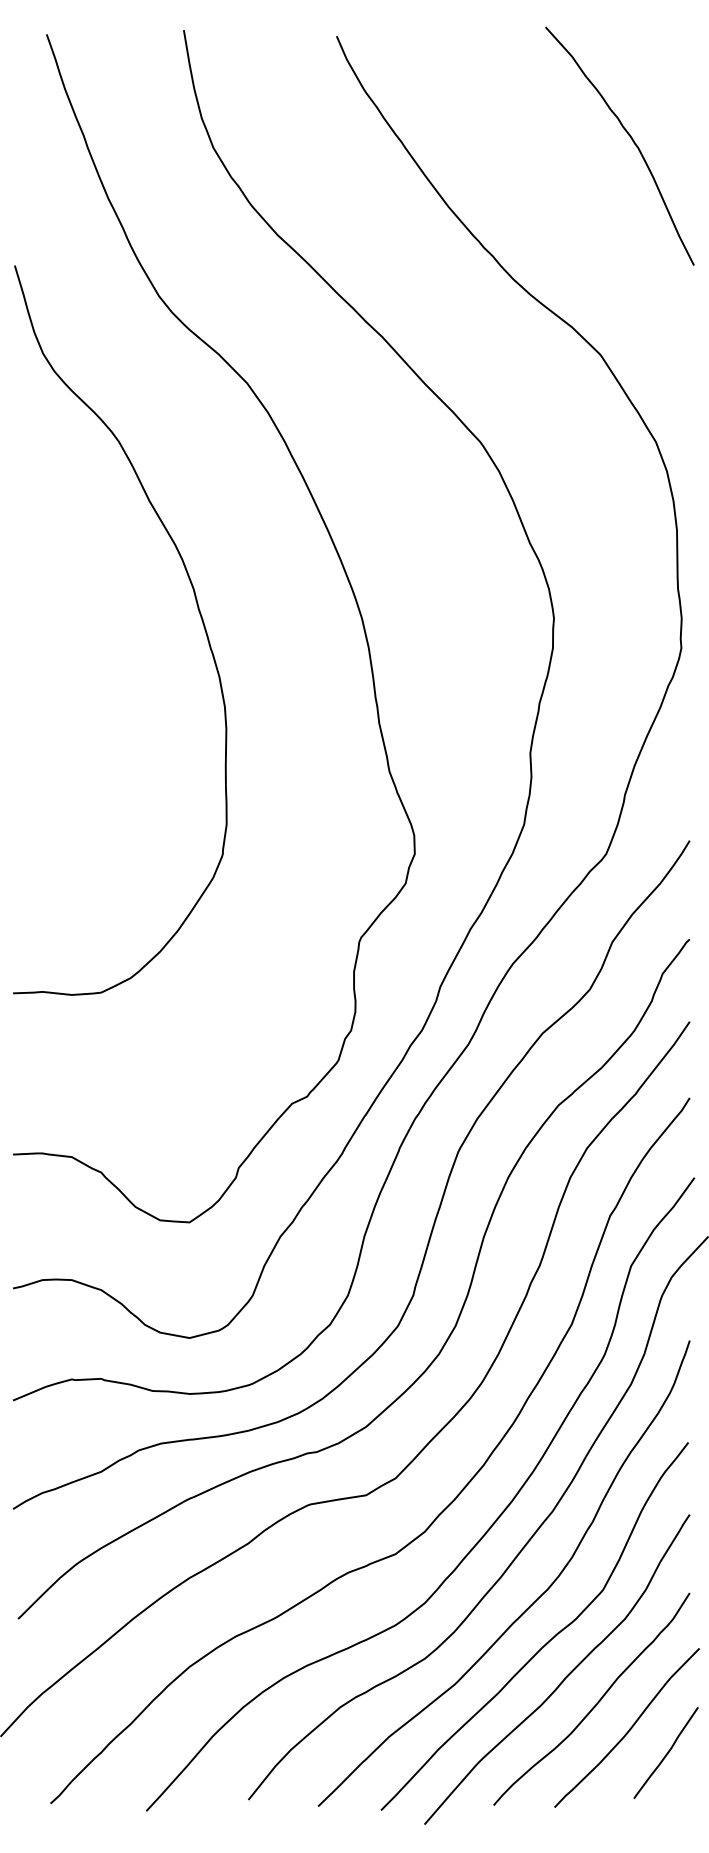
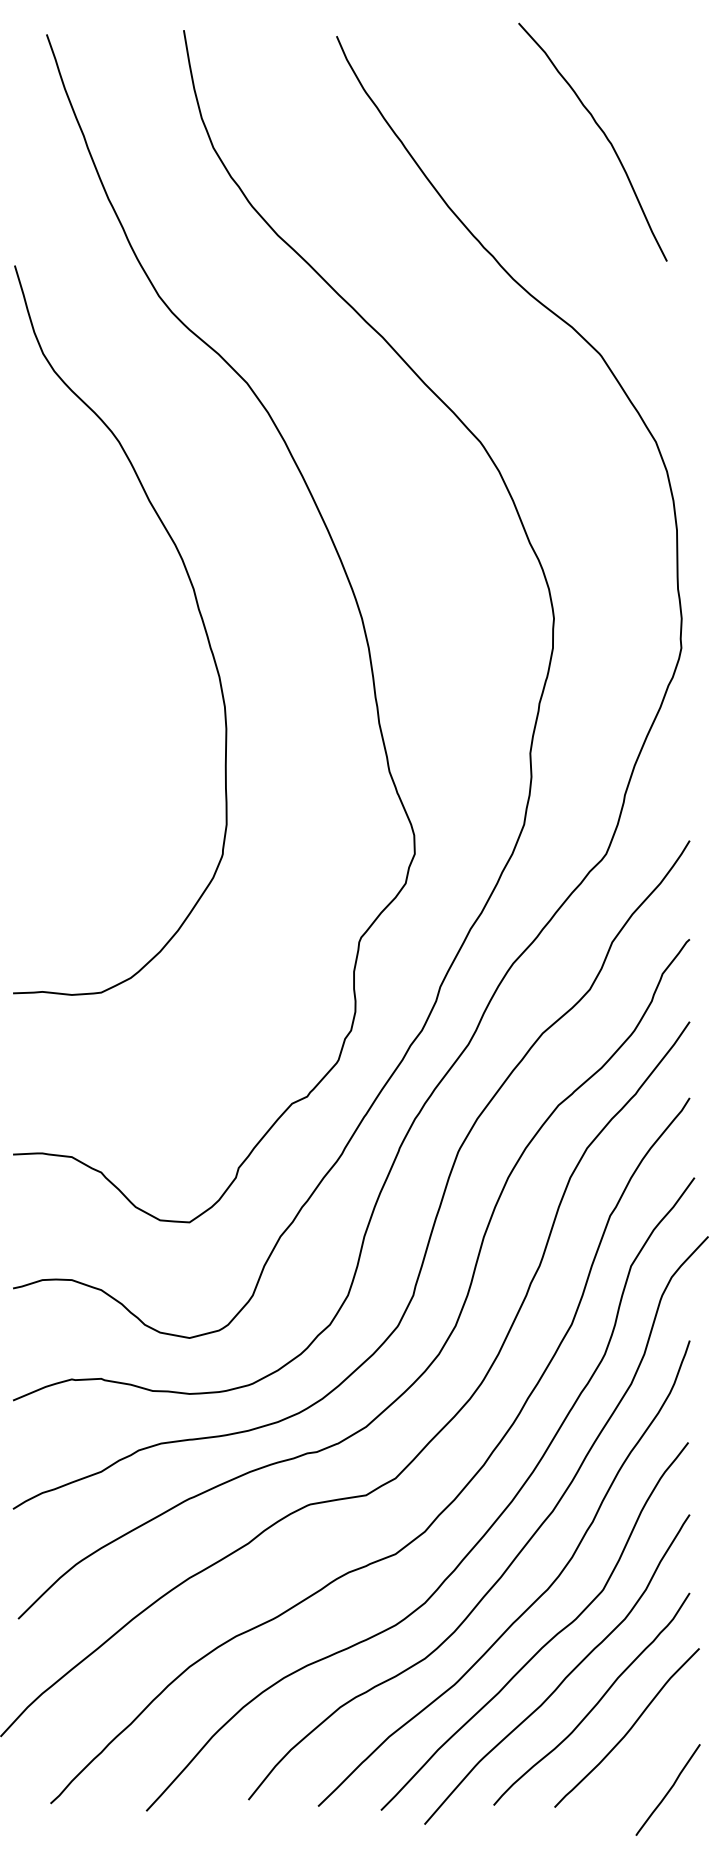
curve at (630, 138) position: (630, 138) -> (603, 134)
curve at (666, 1753) position: (666, 1753) -> (668, 1790)
